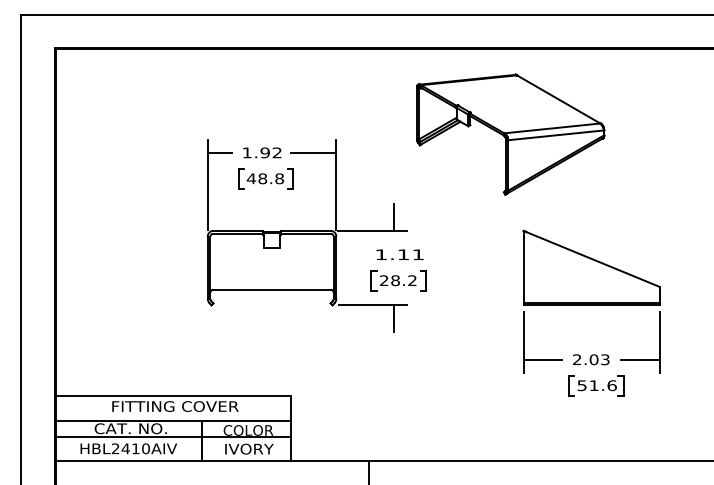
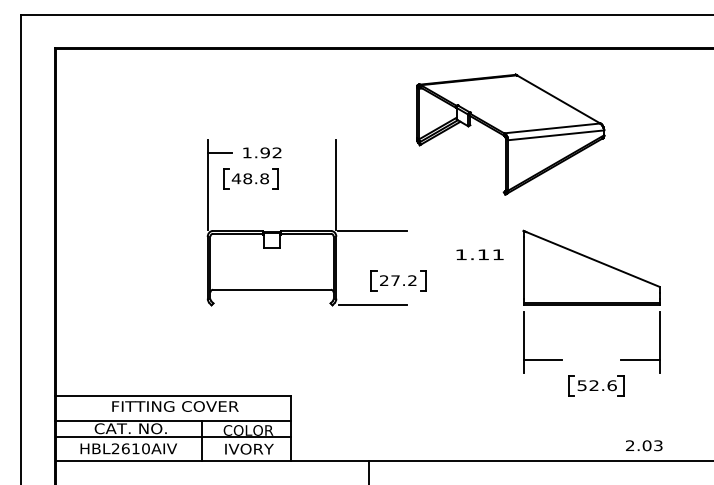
line at (313, 153): present -> none
part at (265, 178) position: (265, 178) -> (250, 178)
line at (393, 217): present -> none
text at (399, 254) position: (399, 254) -> (479, 254)
text at (395, 280): 28.2 -> 27.2
line at (393, 318): present -> none
text at (591, 359) position: (591, 359) -> (644, 445)
text at (593, 385): 51.6 -> 52.6
text at (125, 448): HBL2410AIV -> HBL2610AIV
